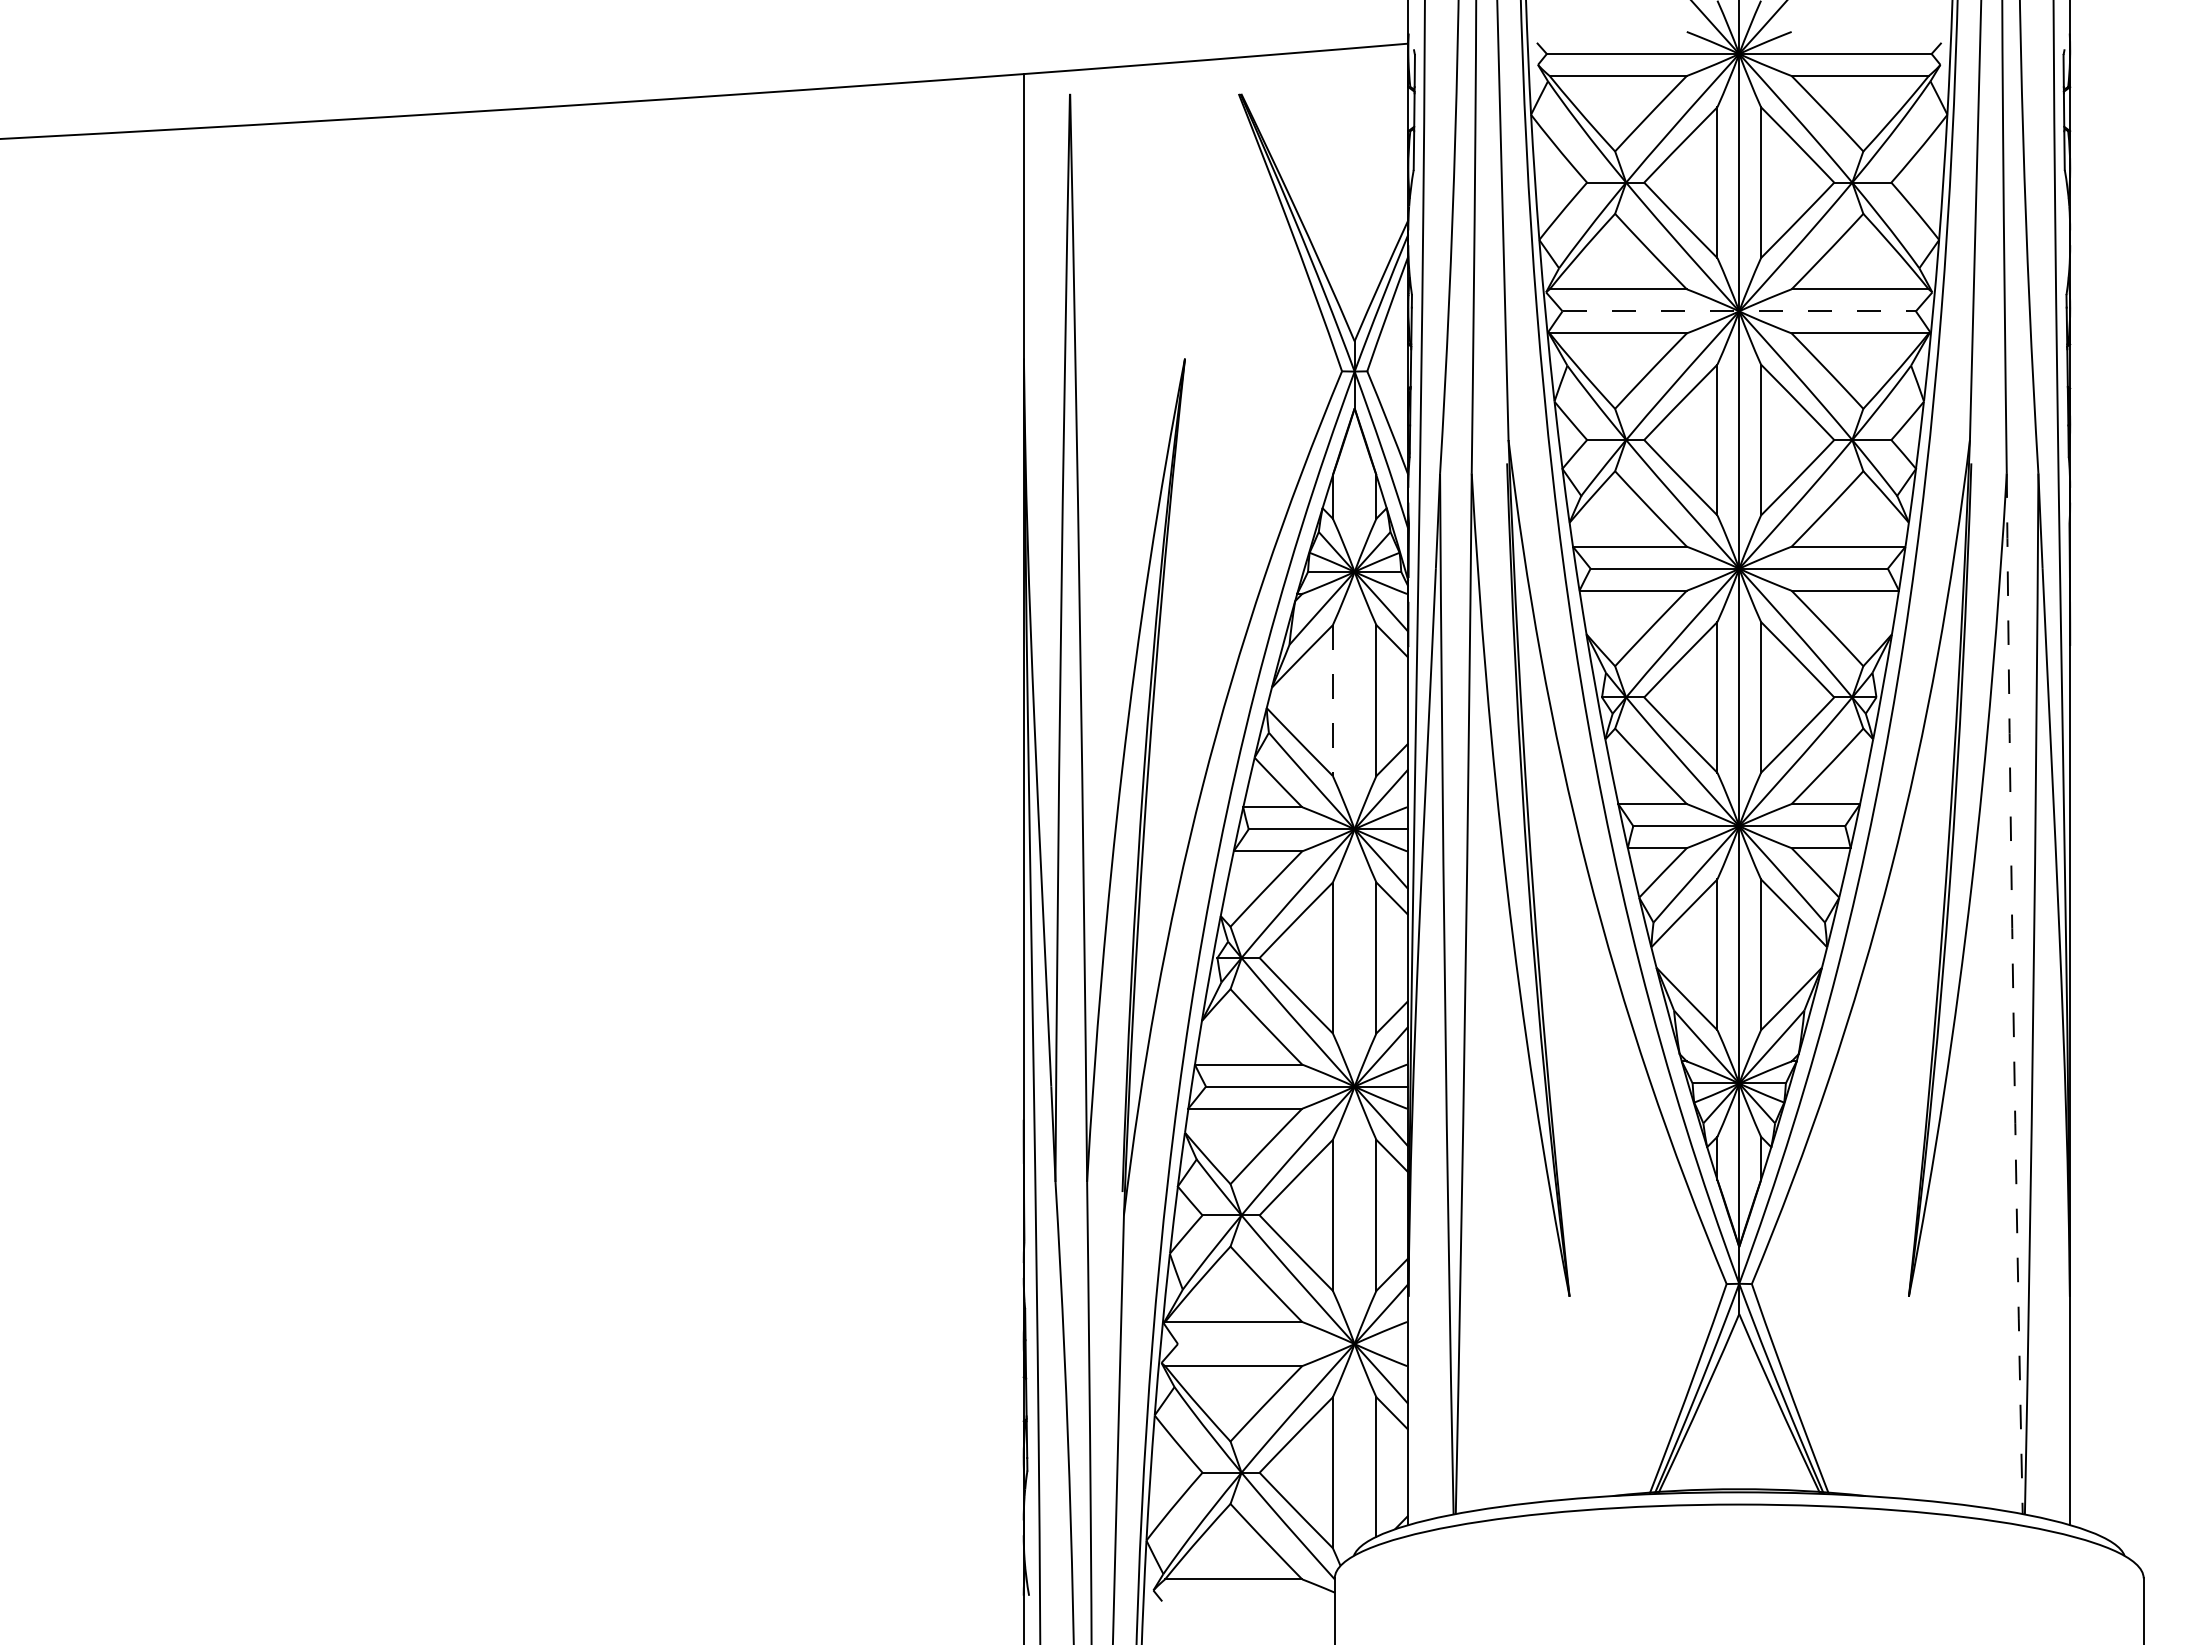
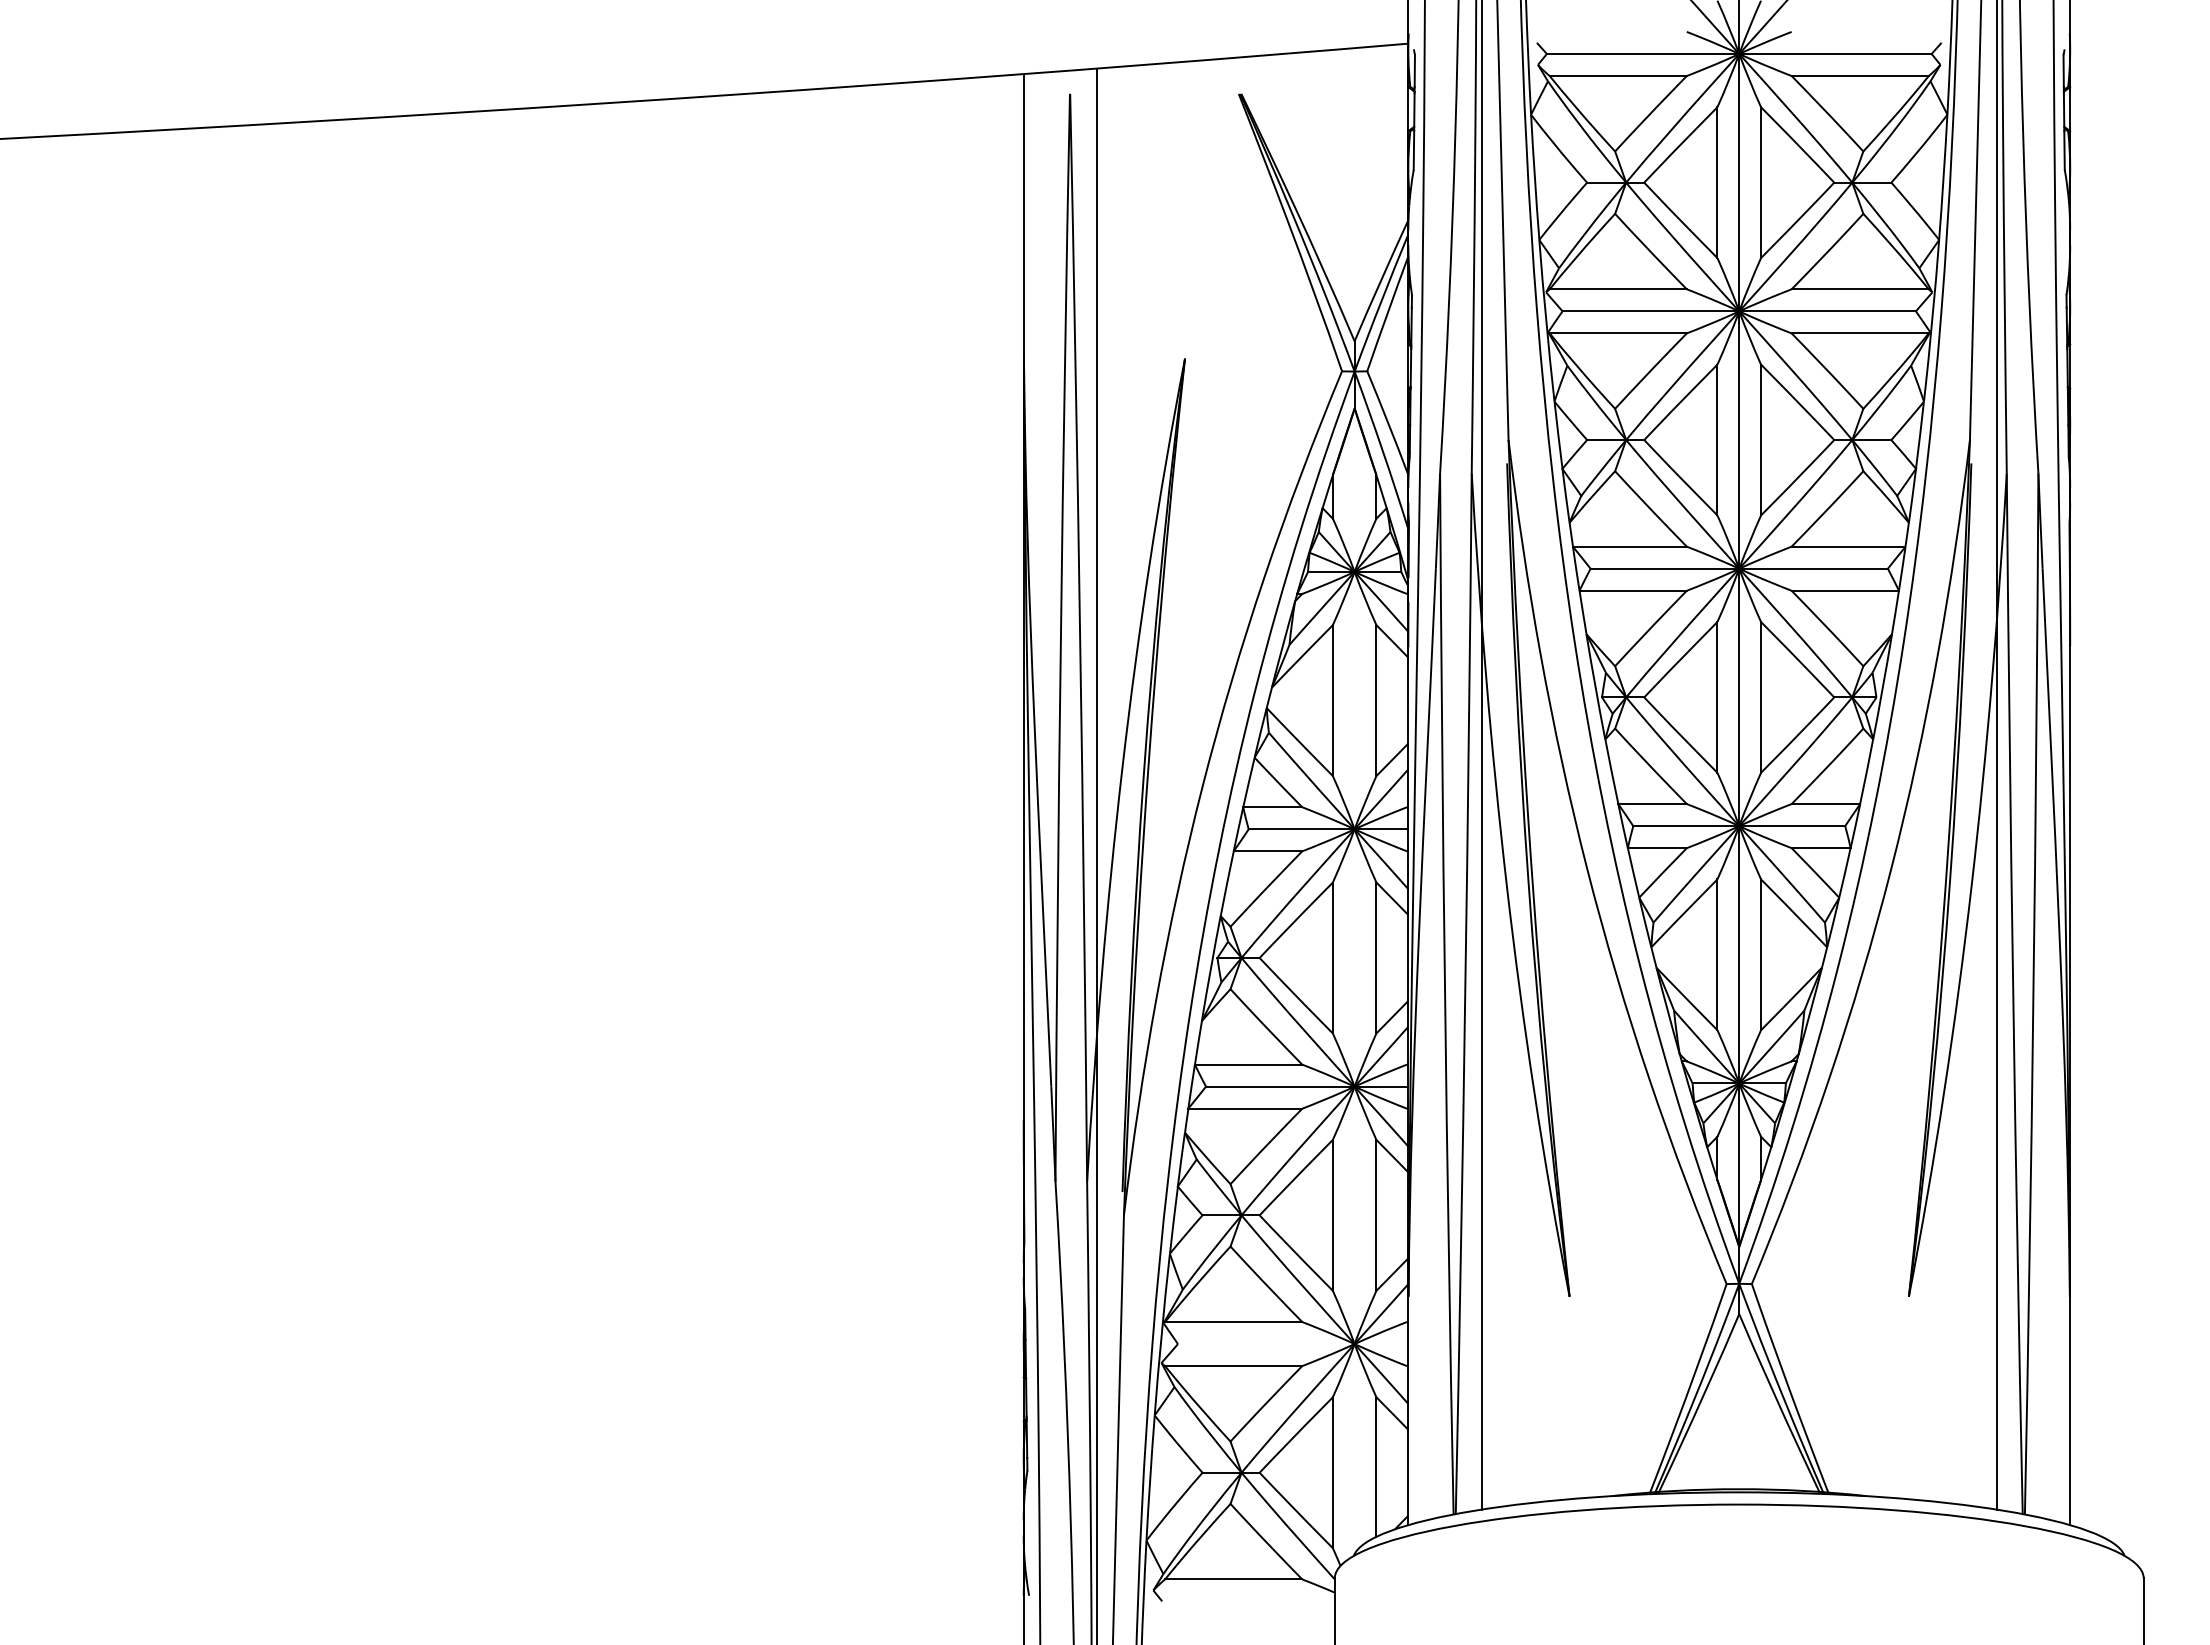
line at (1739, 311): dashed -> solid
line at (1332, 701): dashed -> solid
line at (1481, 755): none -> present
line at (1996, 755): none -> present
line at (1097, 854): none -> present
arc at (2013, 993): dashed -> solid
